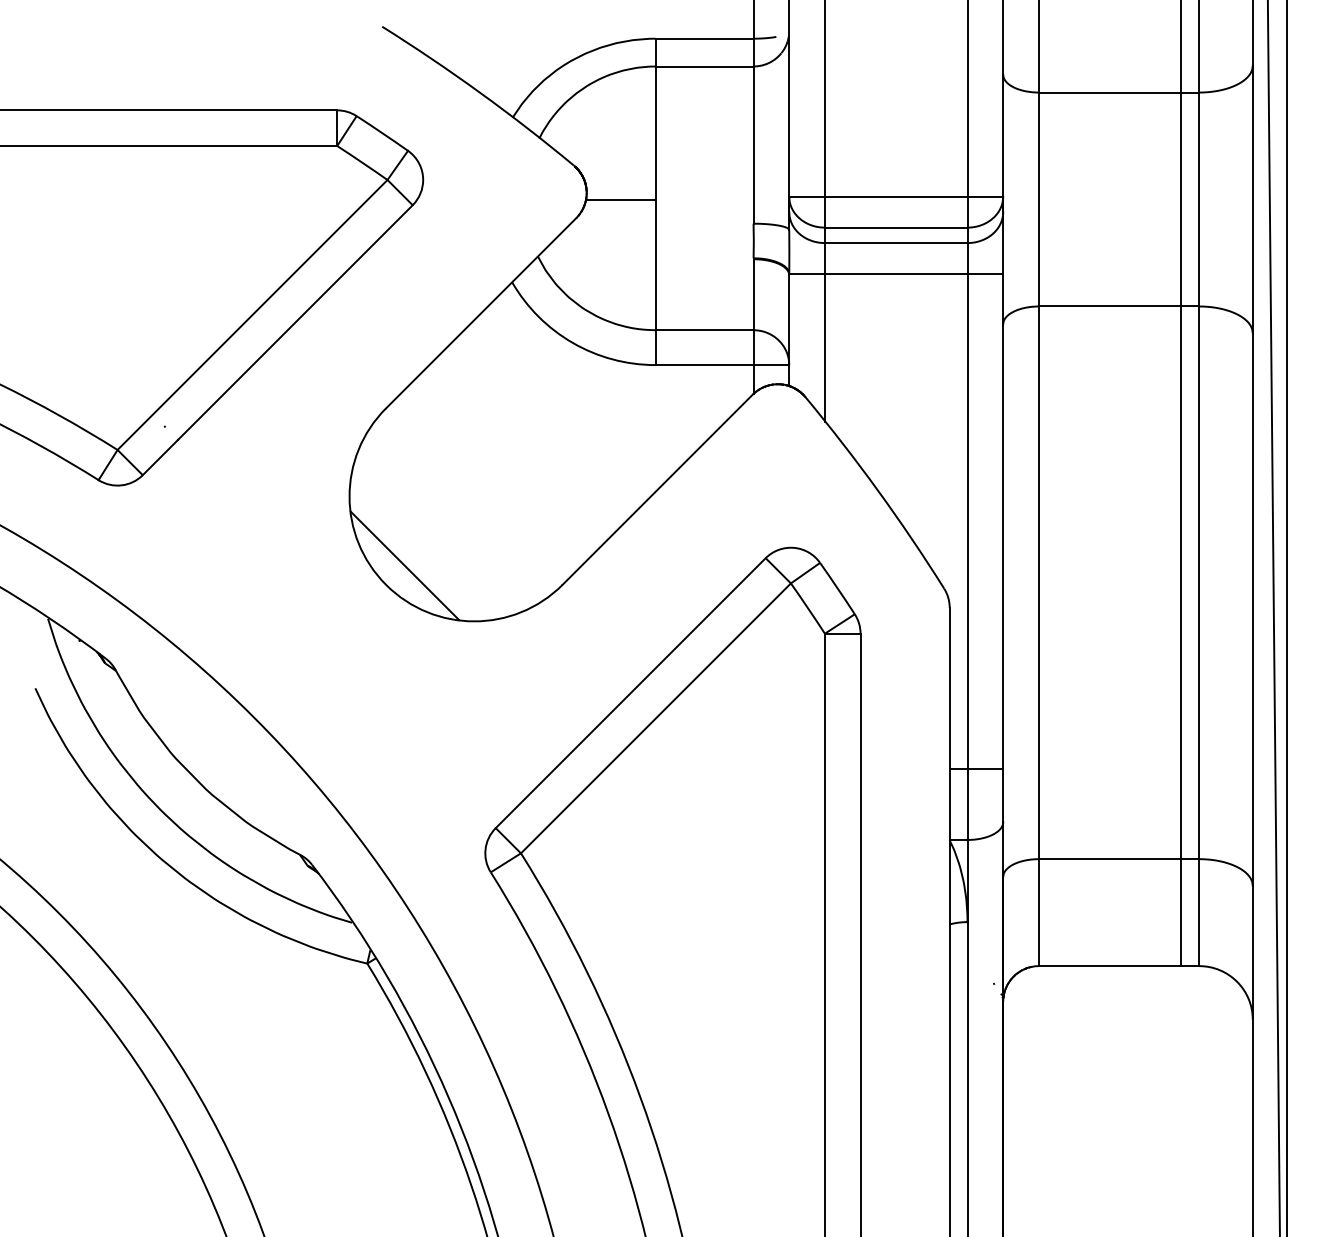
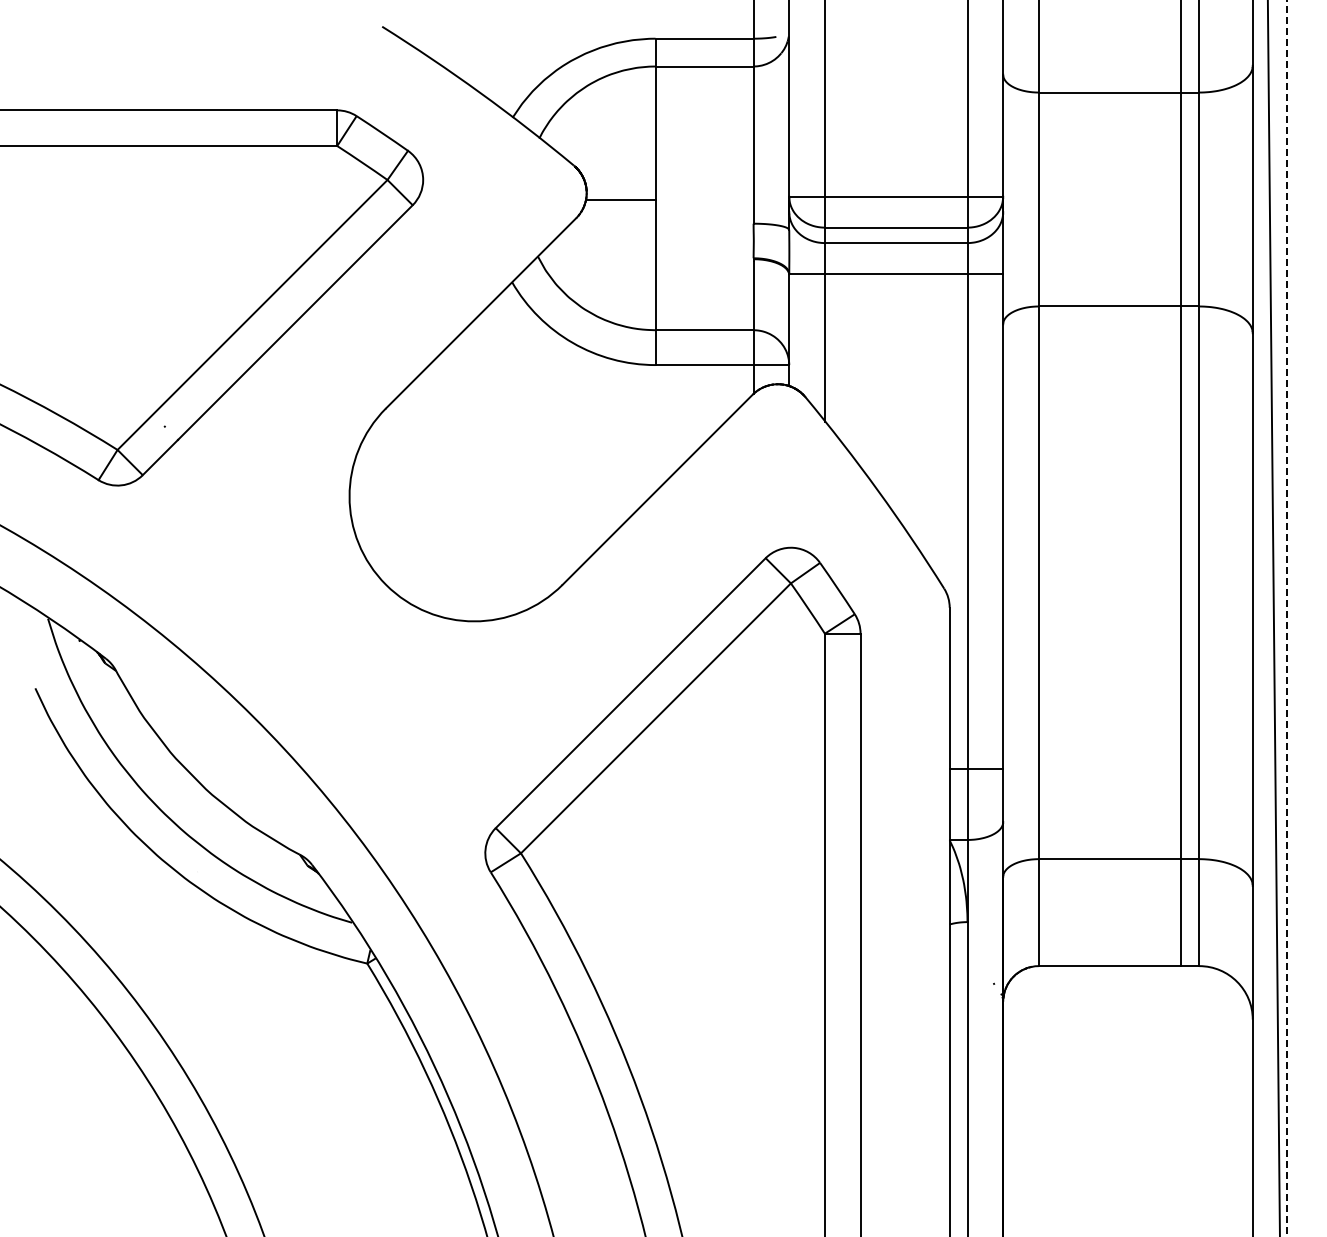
line at (404, 565): present -> none
line at (1287, 618): solid -> dashed
